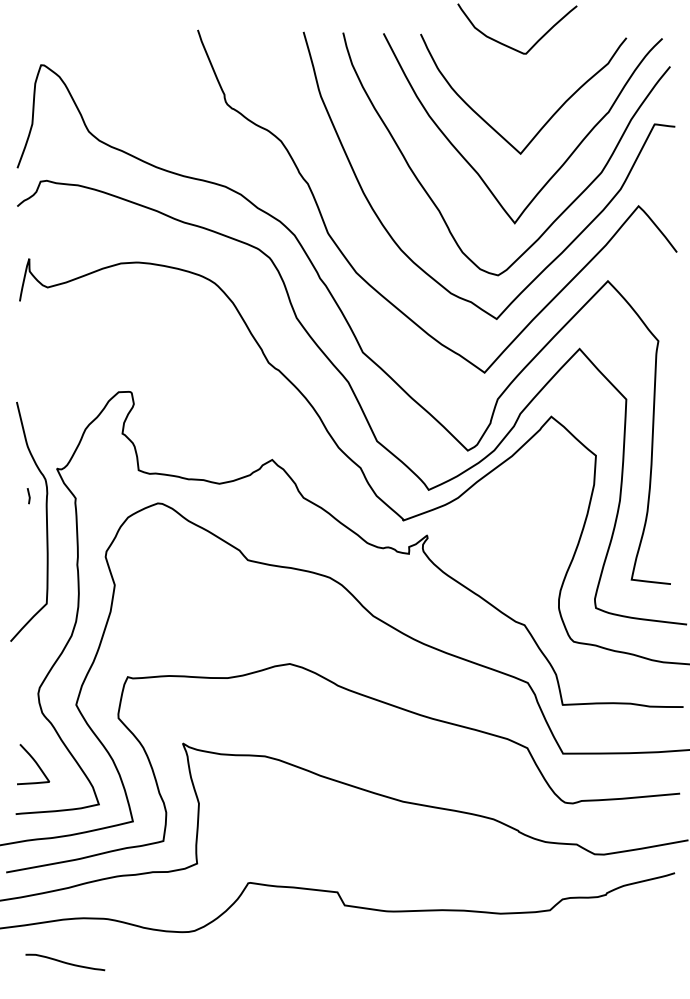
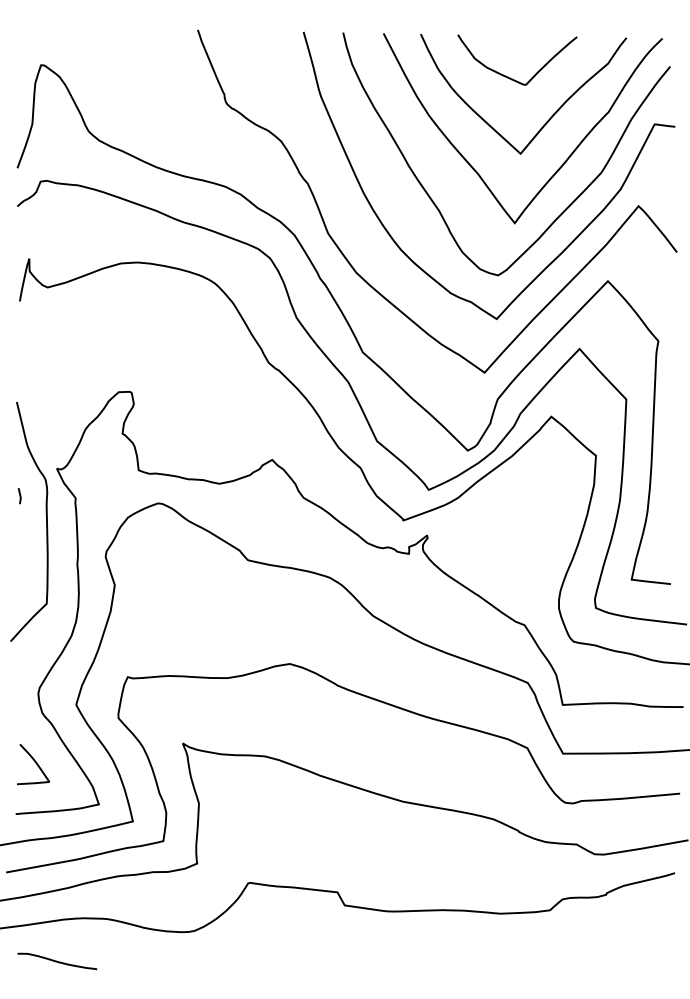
curve at (508, 45) position: (508, 45) -> (508, 76)
line at (28, 496) position: (28, 496) -> (19, 496)
curve at (65, 962) position: (65, 962) -> (57, 961)
